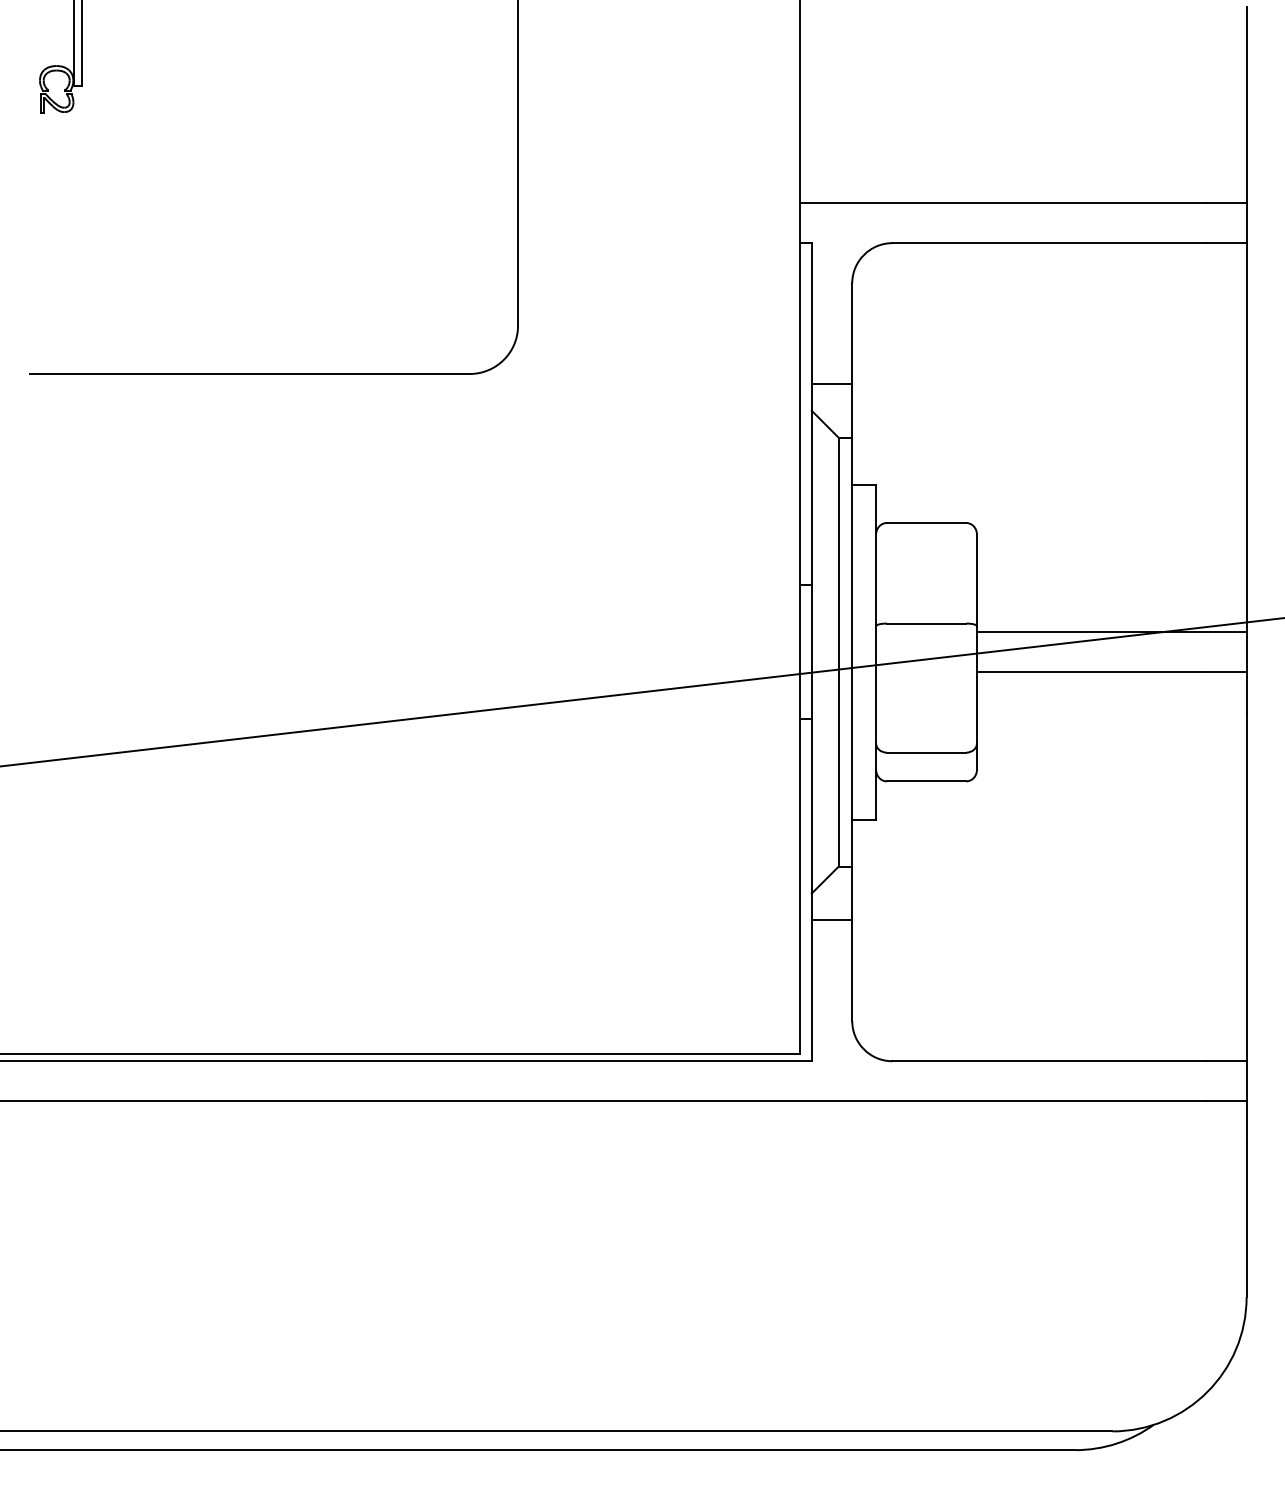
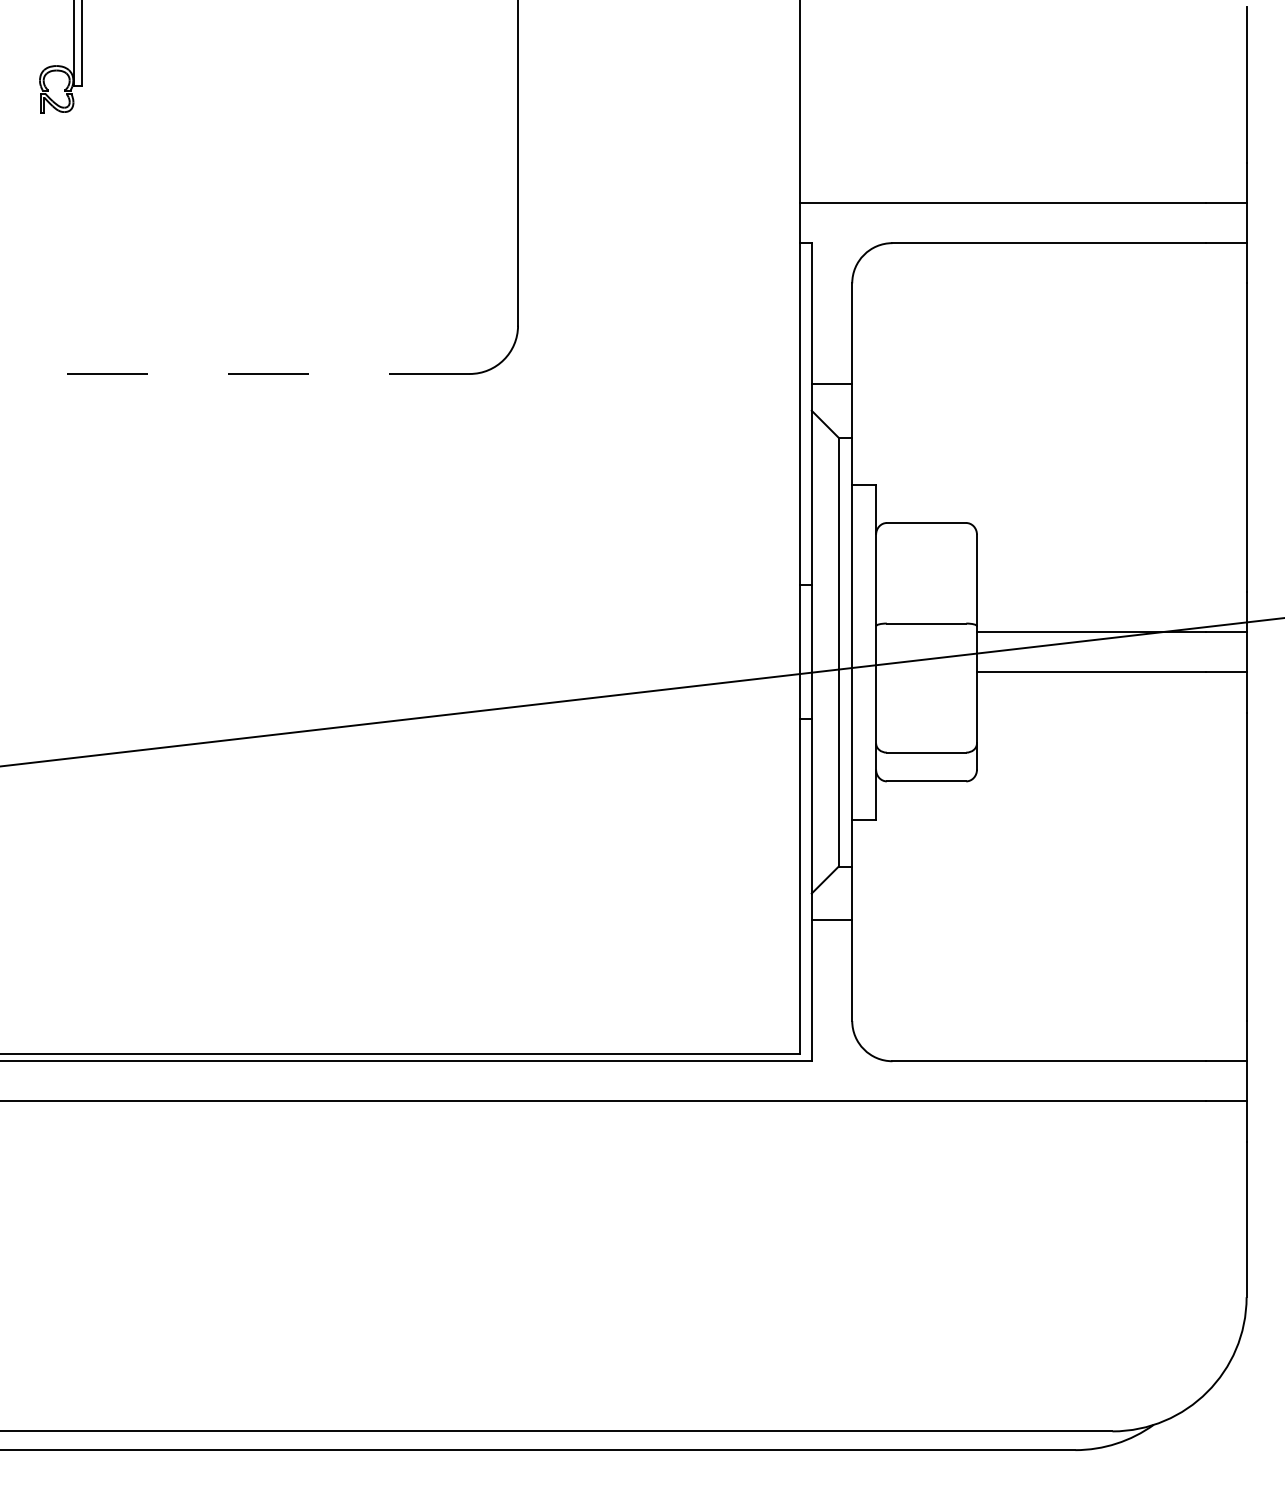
line at (249, 373): solid -> dashed
